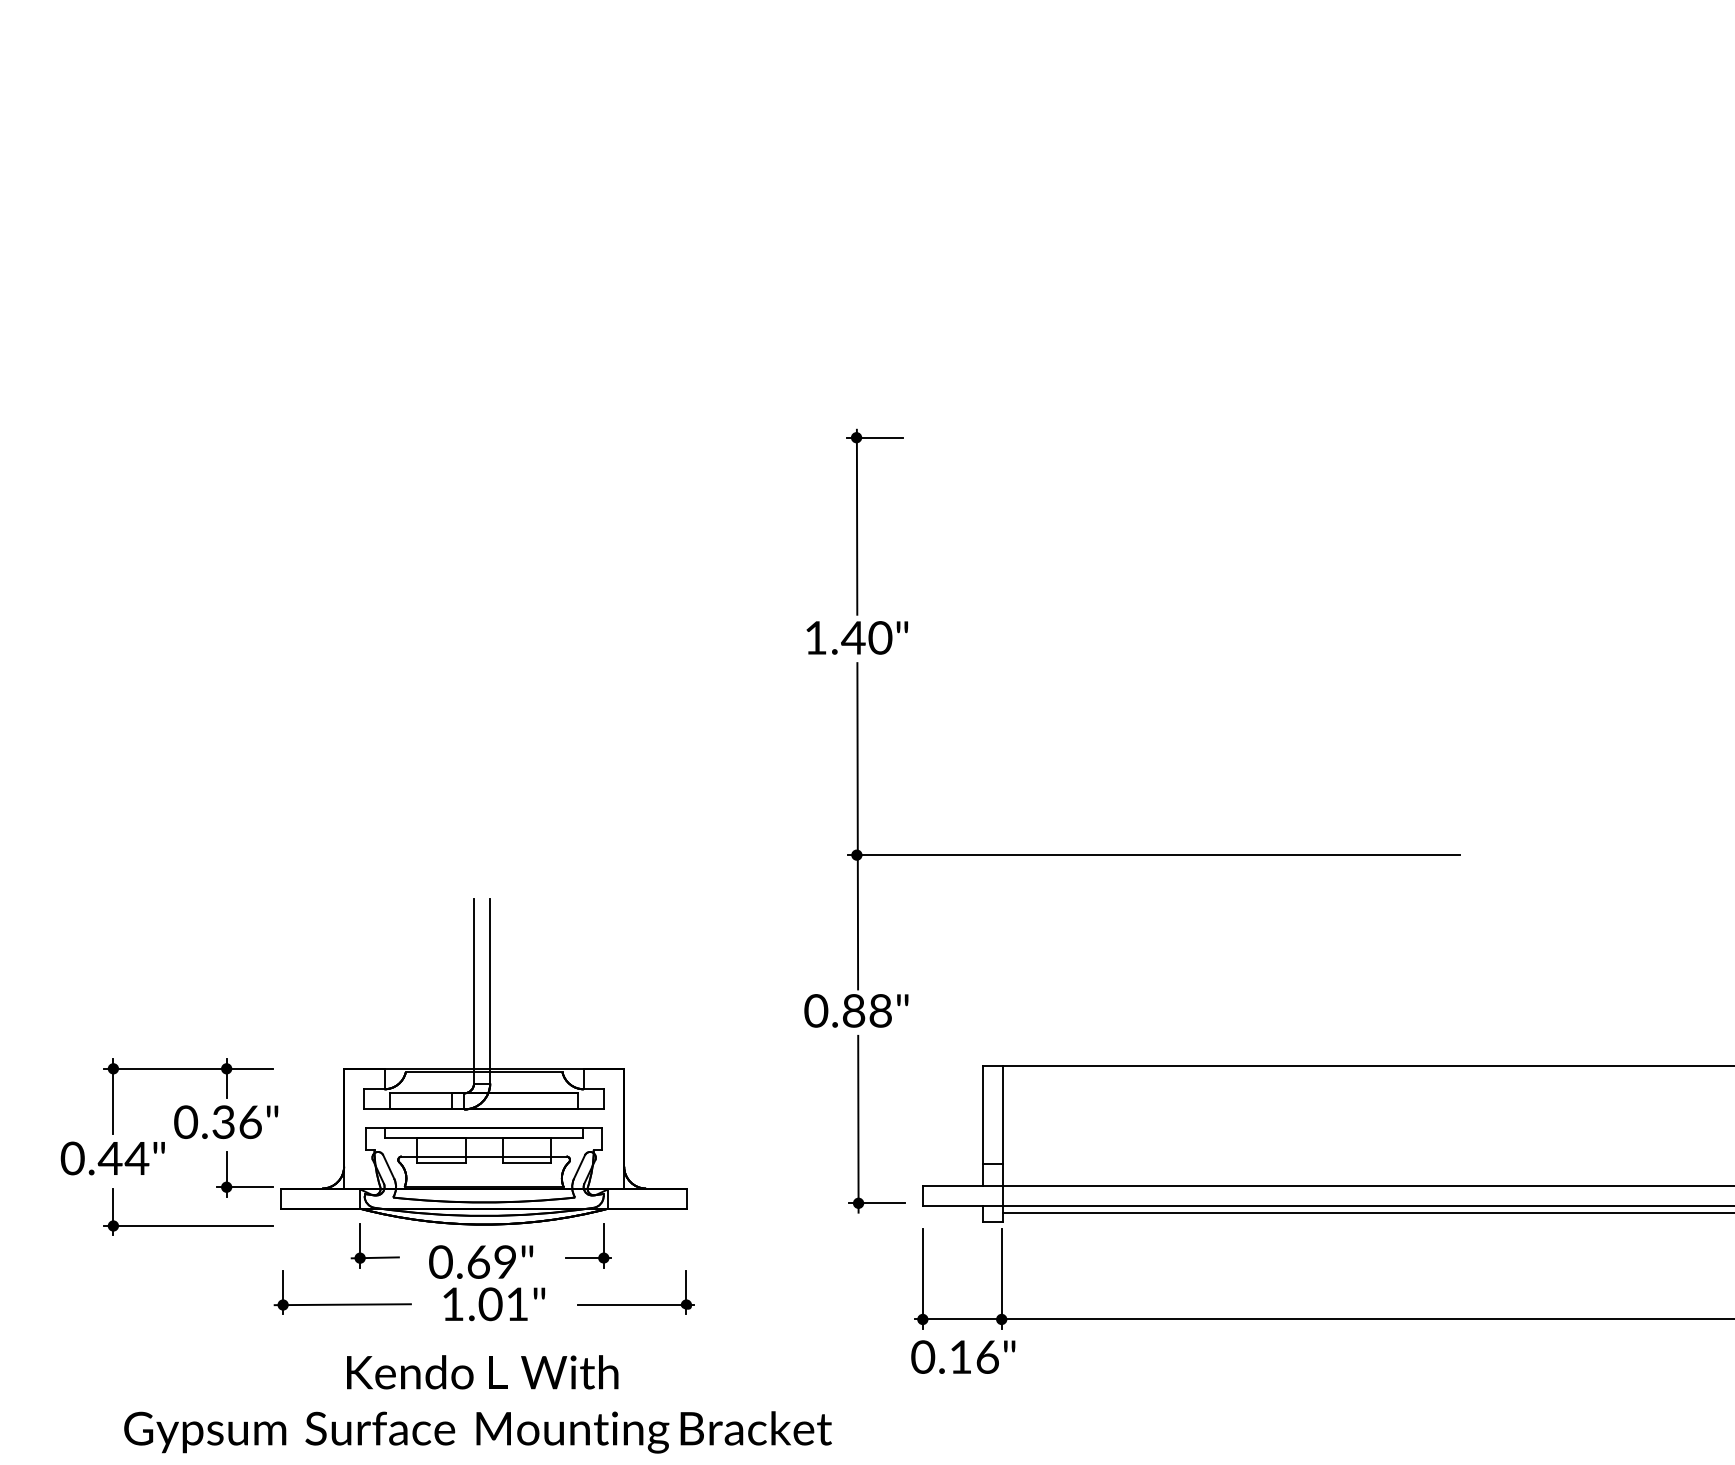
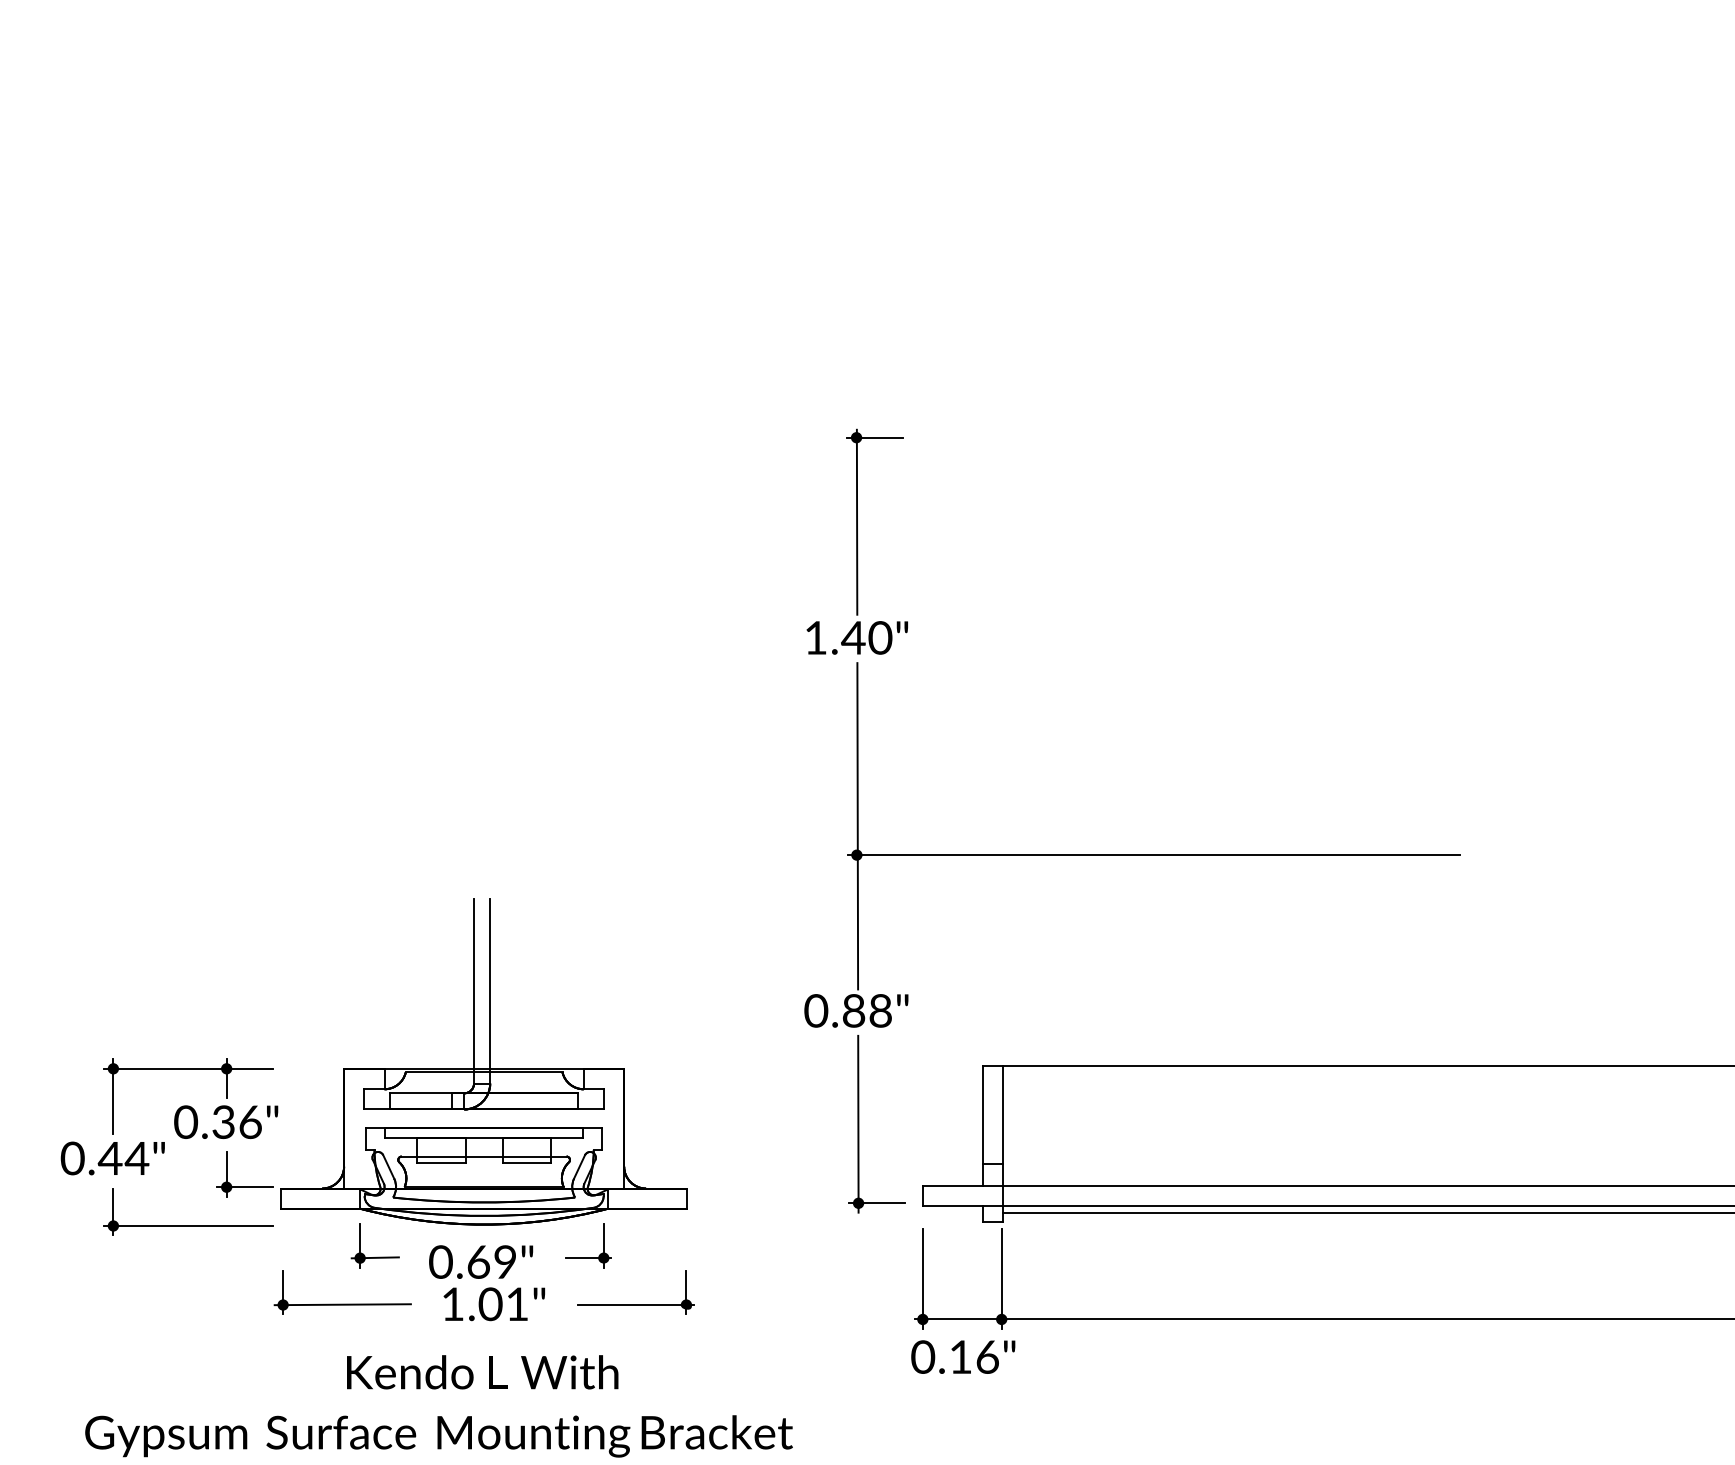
text at (477, 1432) position: (477, 1432) -> (438, 1436)
